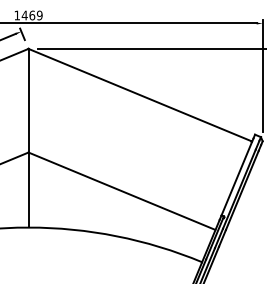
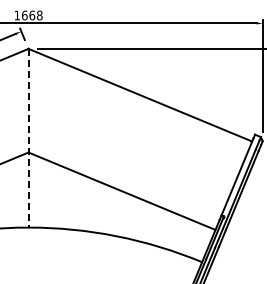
text at (31, 15): 1469 -> 1668
line at (28, 138): solid -> dashed
